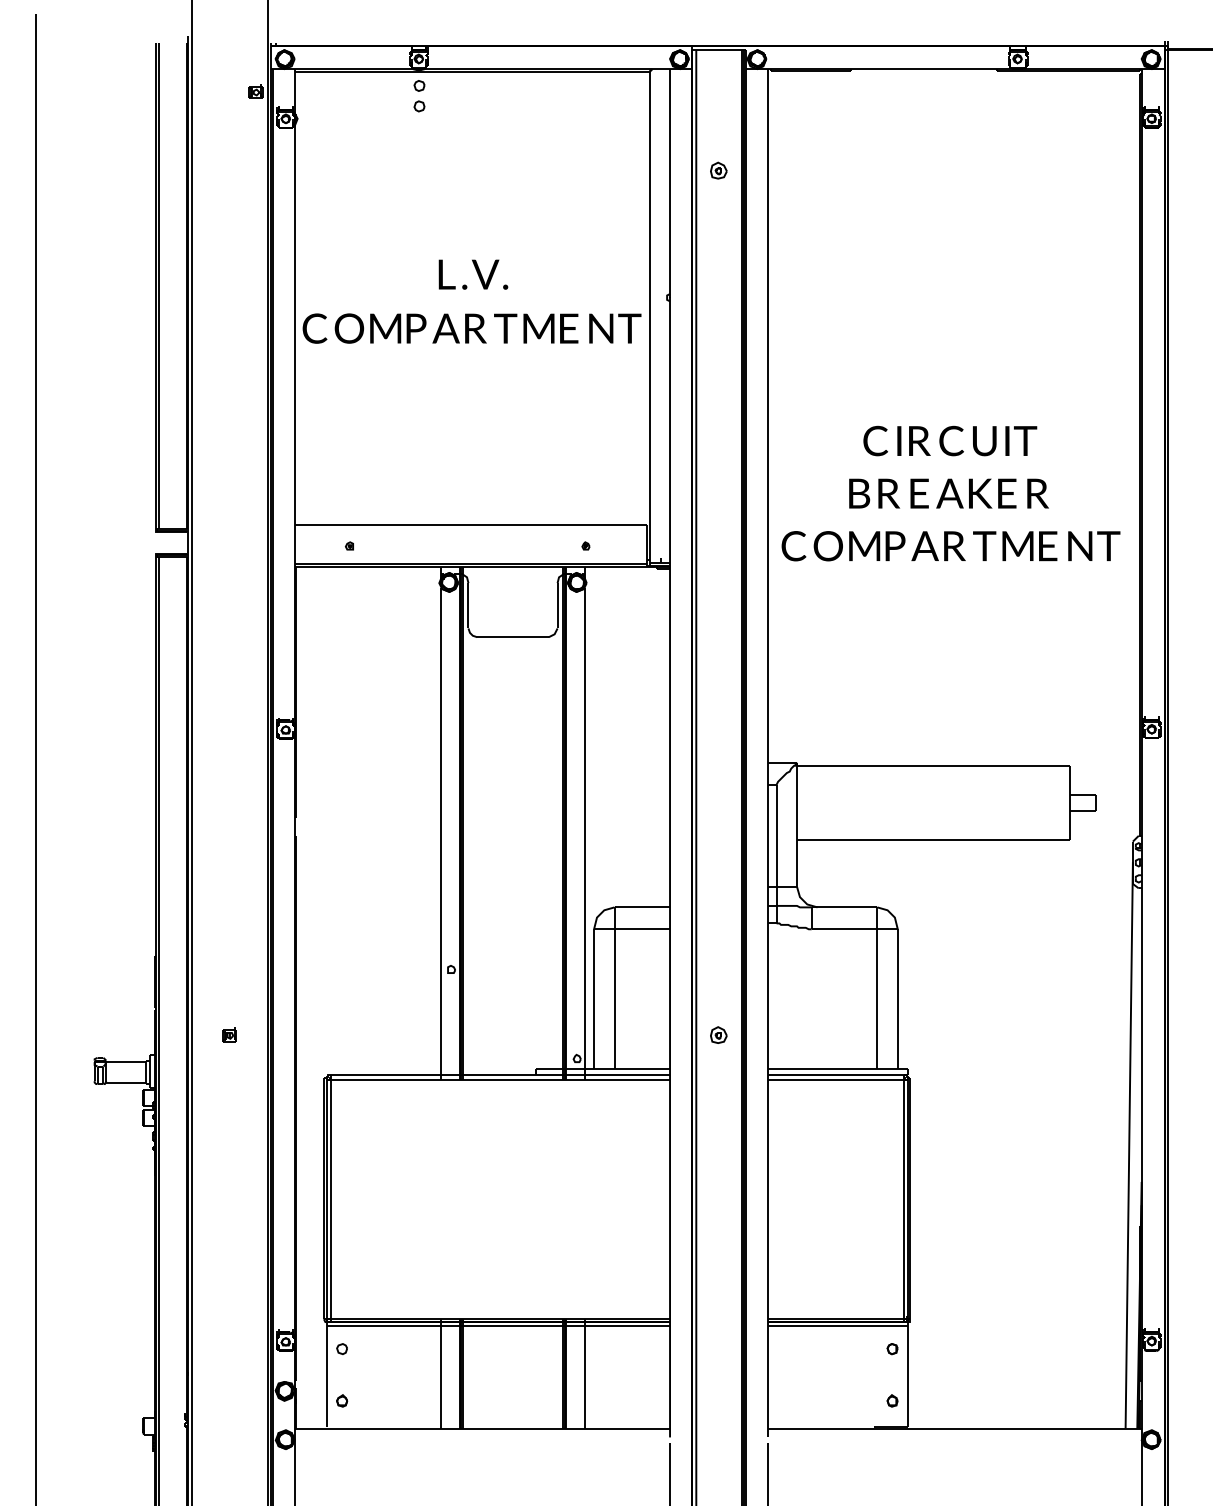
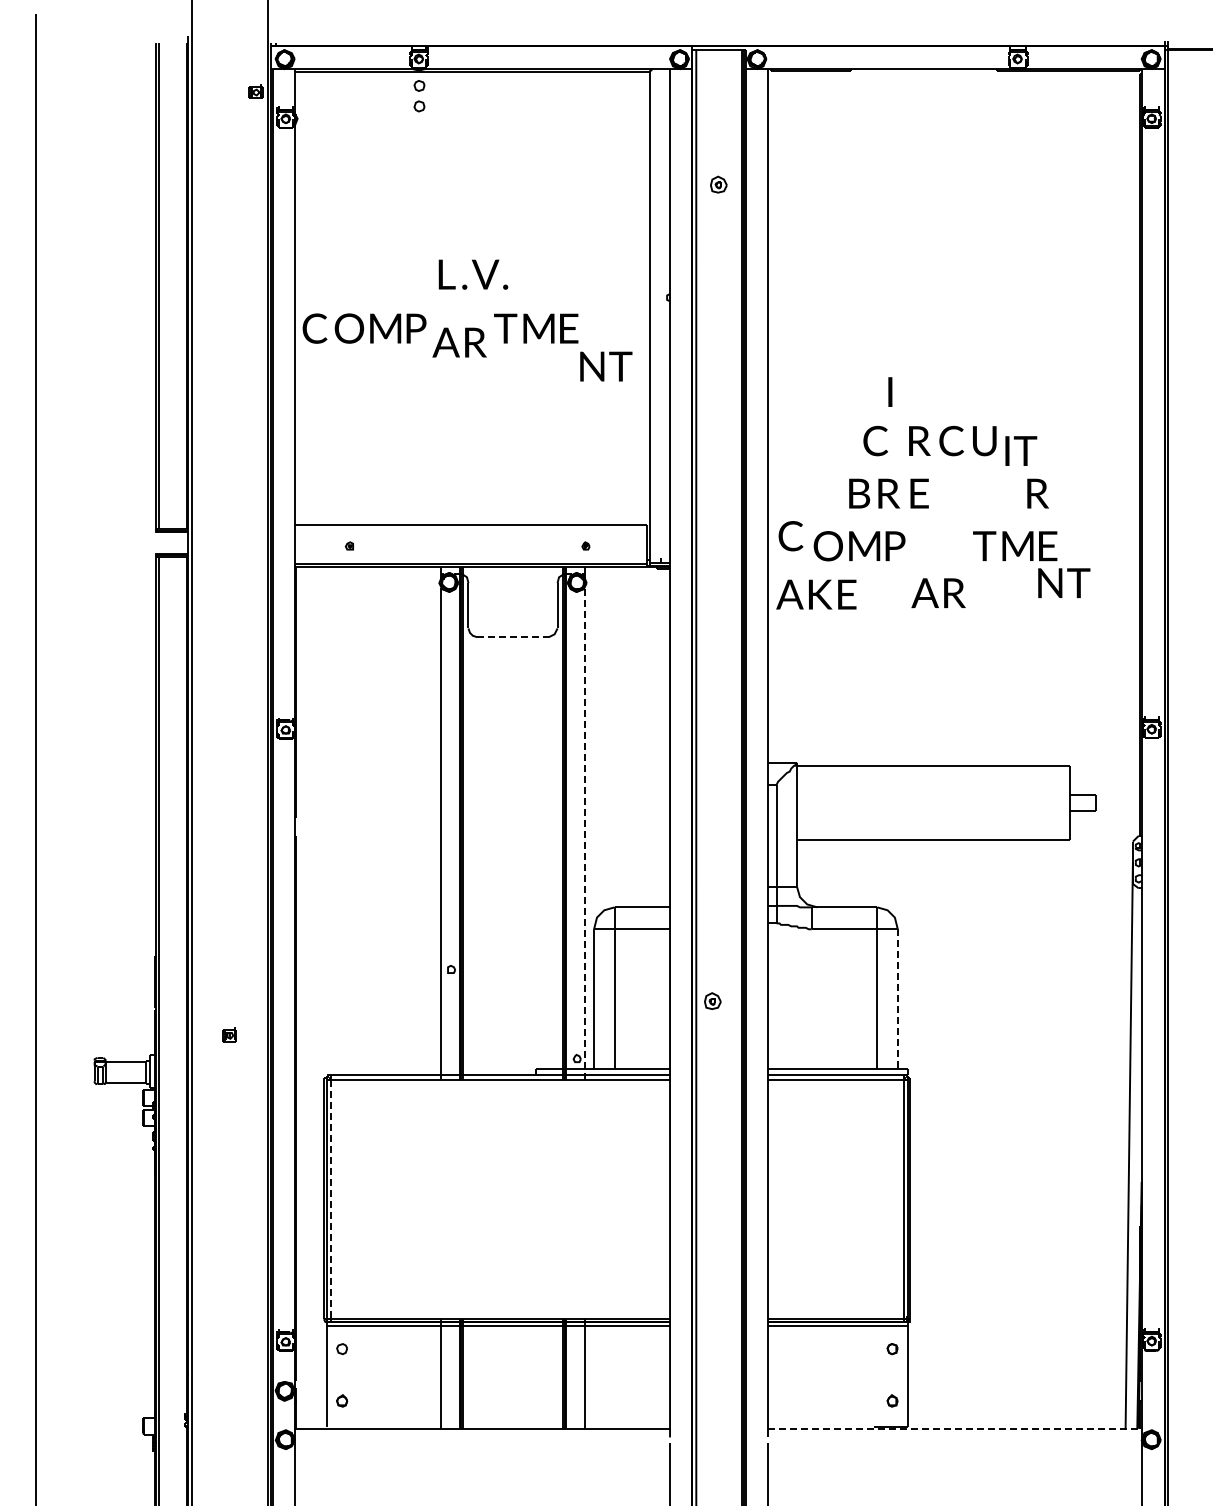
part at (718, 170) position: (718, 170) -> (718, 184)
text at (459, 328) position: (459, 328) -> (459, 342)
text at (615, 328) position: (615, 328) -> (606, 366)
text at (899, 440) position: (899, 440) -> (890, 391)
text at (1021, 440) position: (1021, 440) -> (1021, 450)
text at (976, 493) position: (976, 493) -> (816, 594)
text at (793, 546) position: (793, 546) -> (790, 536)
text at (938, 546) position: (938, 546) -> (938, 593)
text at (1094, 546) position: (1094, 546) -> (1064, 583)
line at (513, 637): solid -> dashed
line at (585, 833): solid -> dashed
line at (897, 999): solid -> dashed
part at (718, 1034) position: (718, 1034) -> (712, 1000)
line at (331, 1199): solid -> dashed
line at (954, 1428): solid -> dashed
